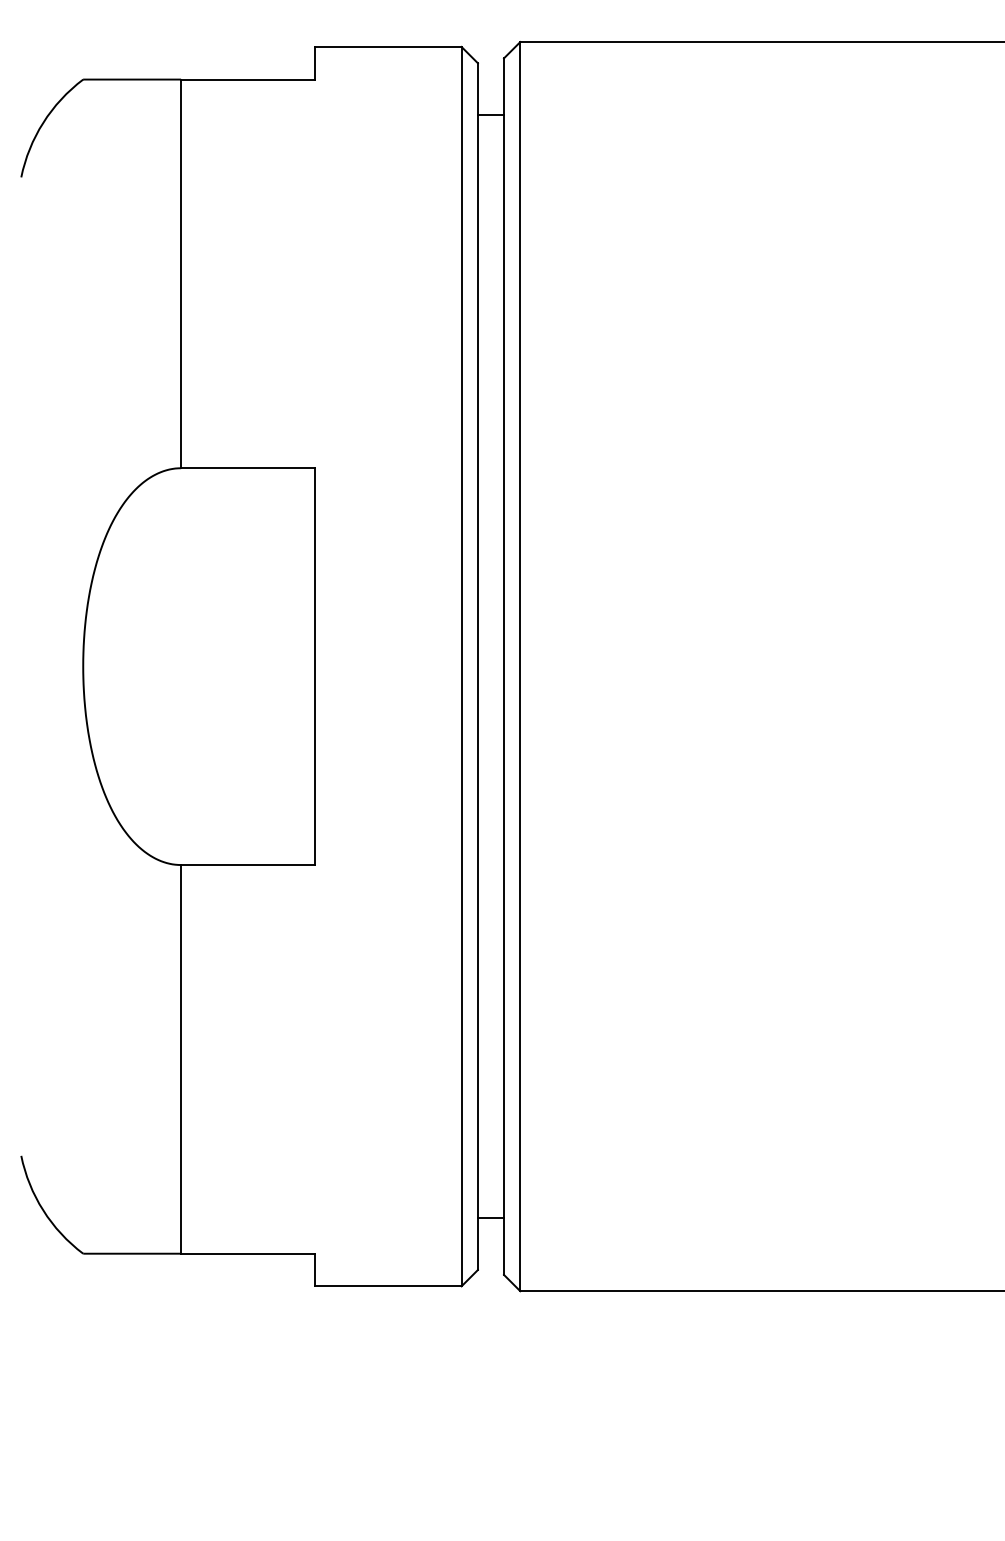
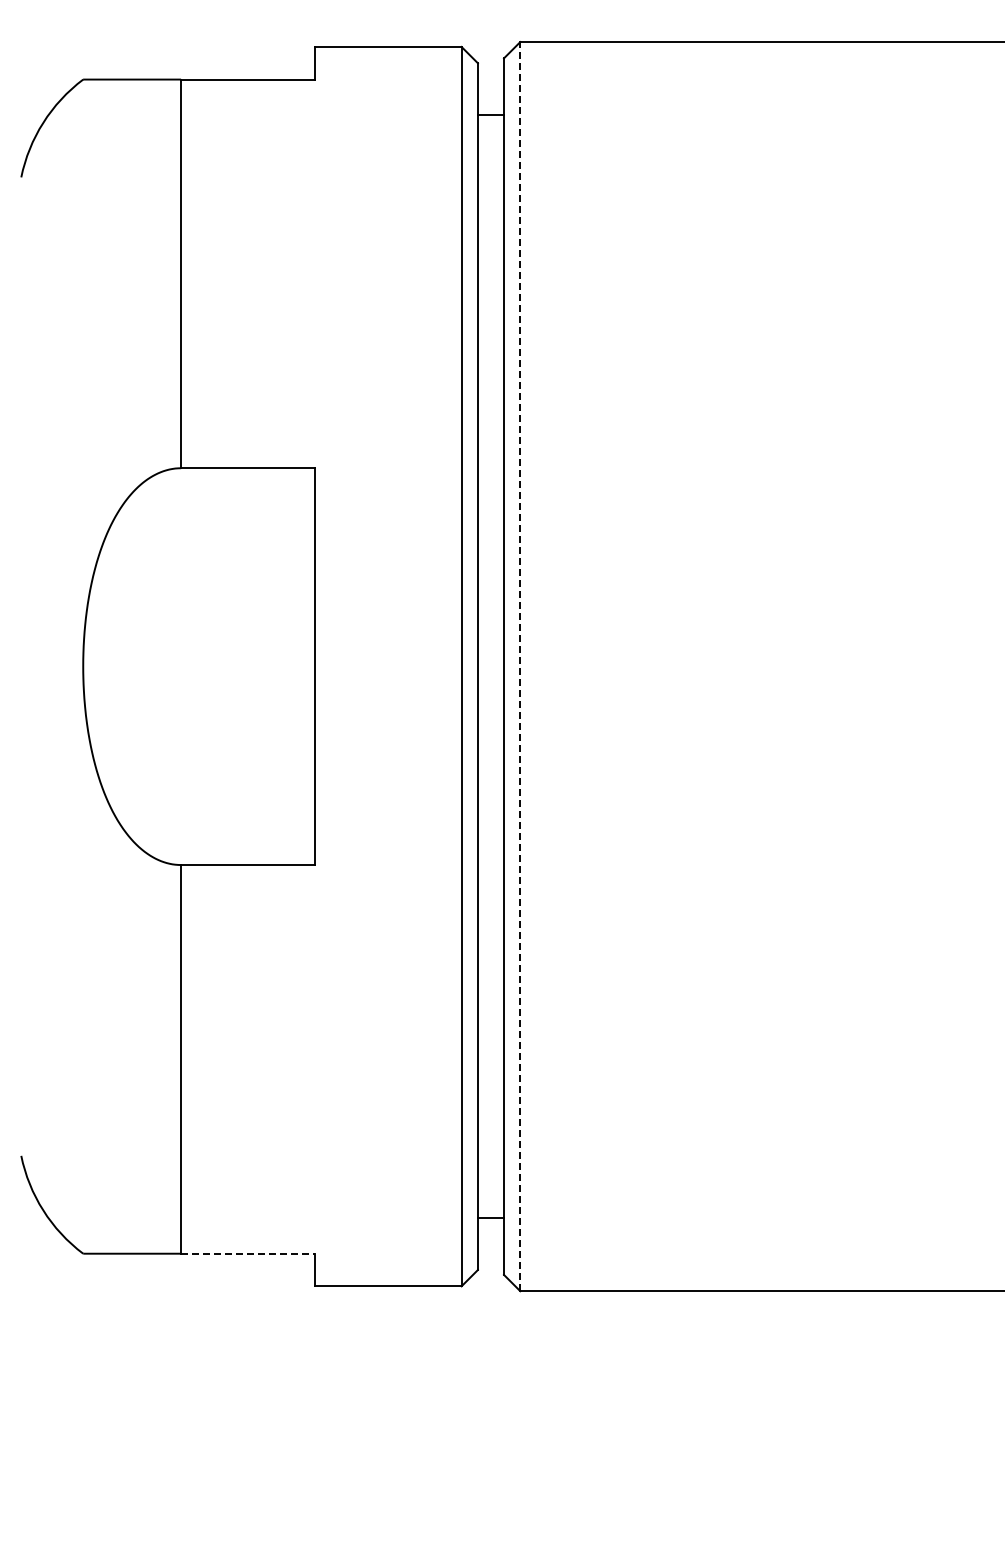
line at (520, 666): solid -> dashed
line at (247, 1253): solid -> dashed
